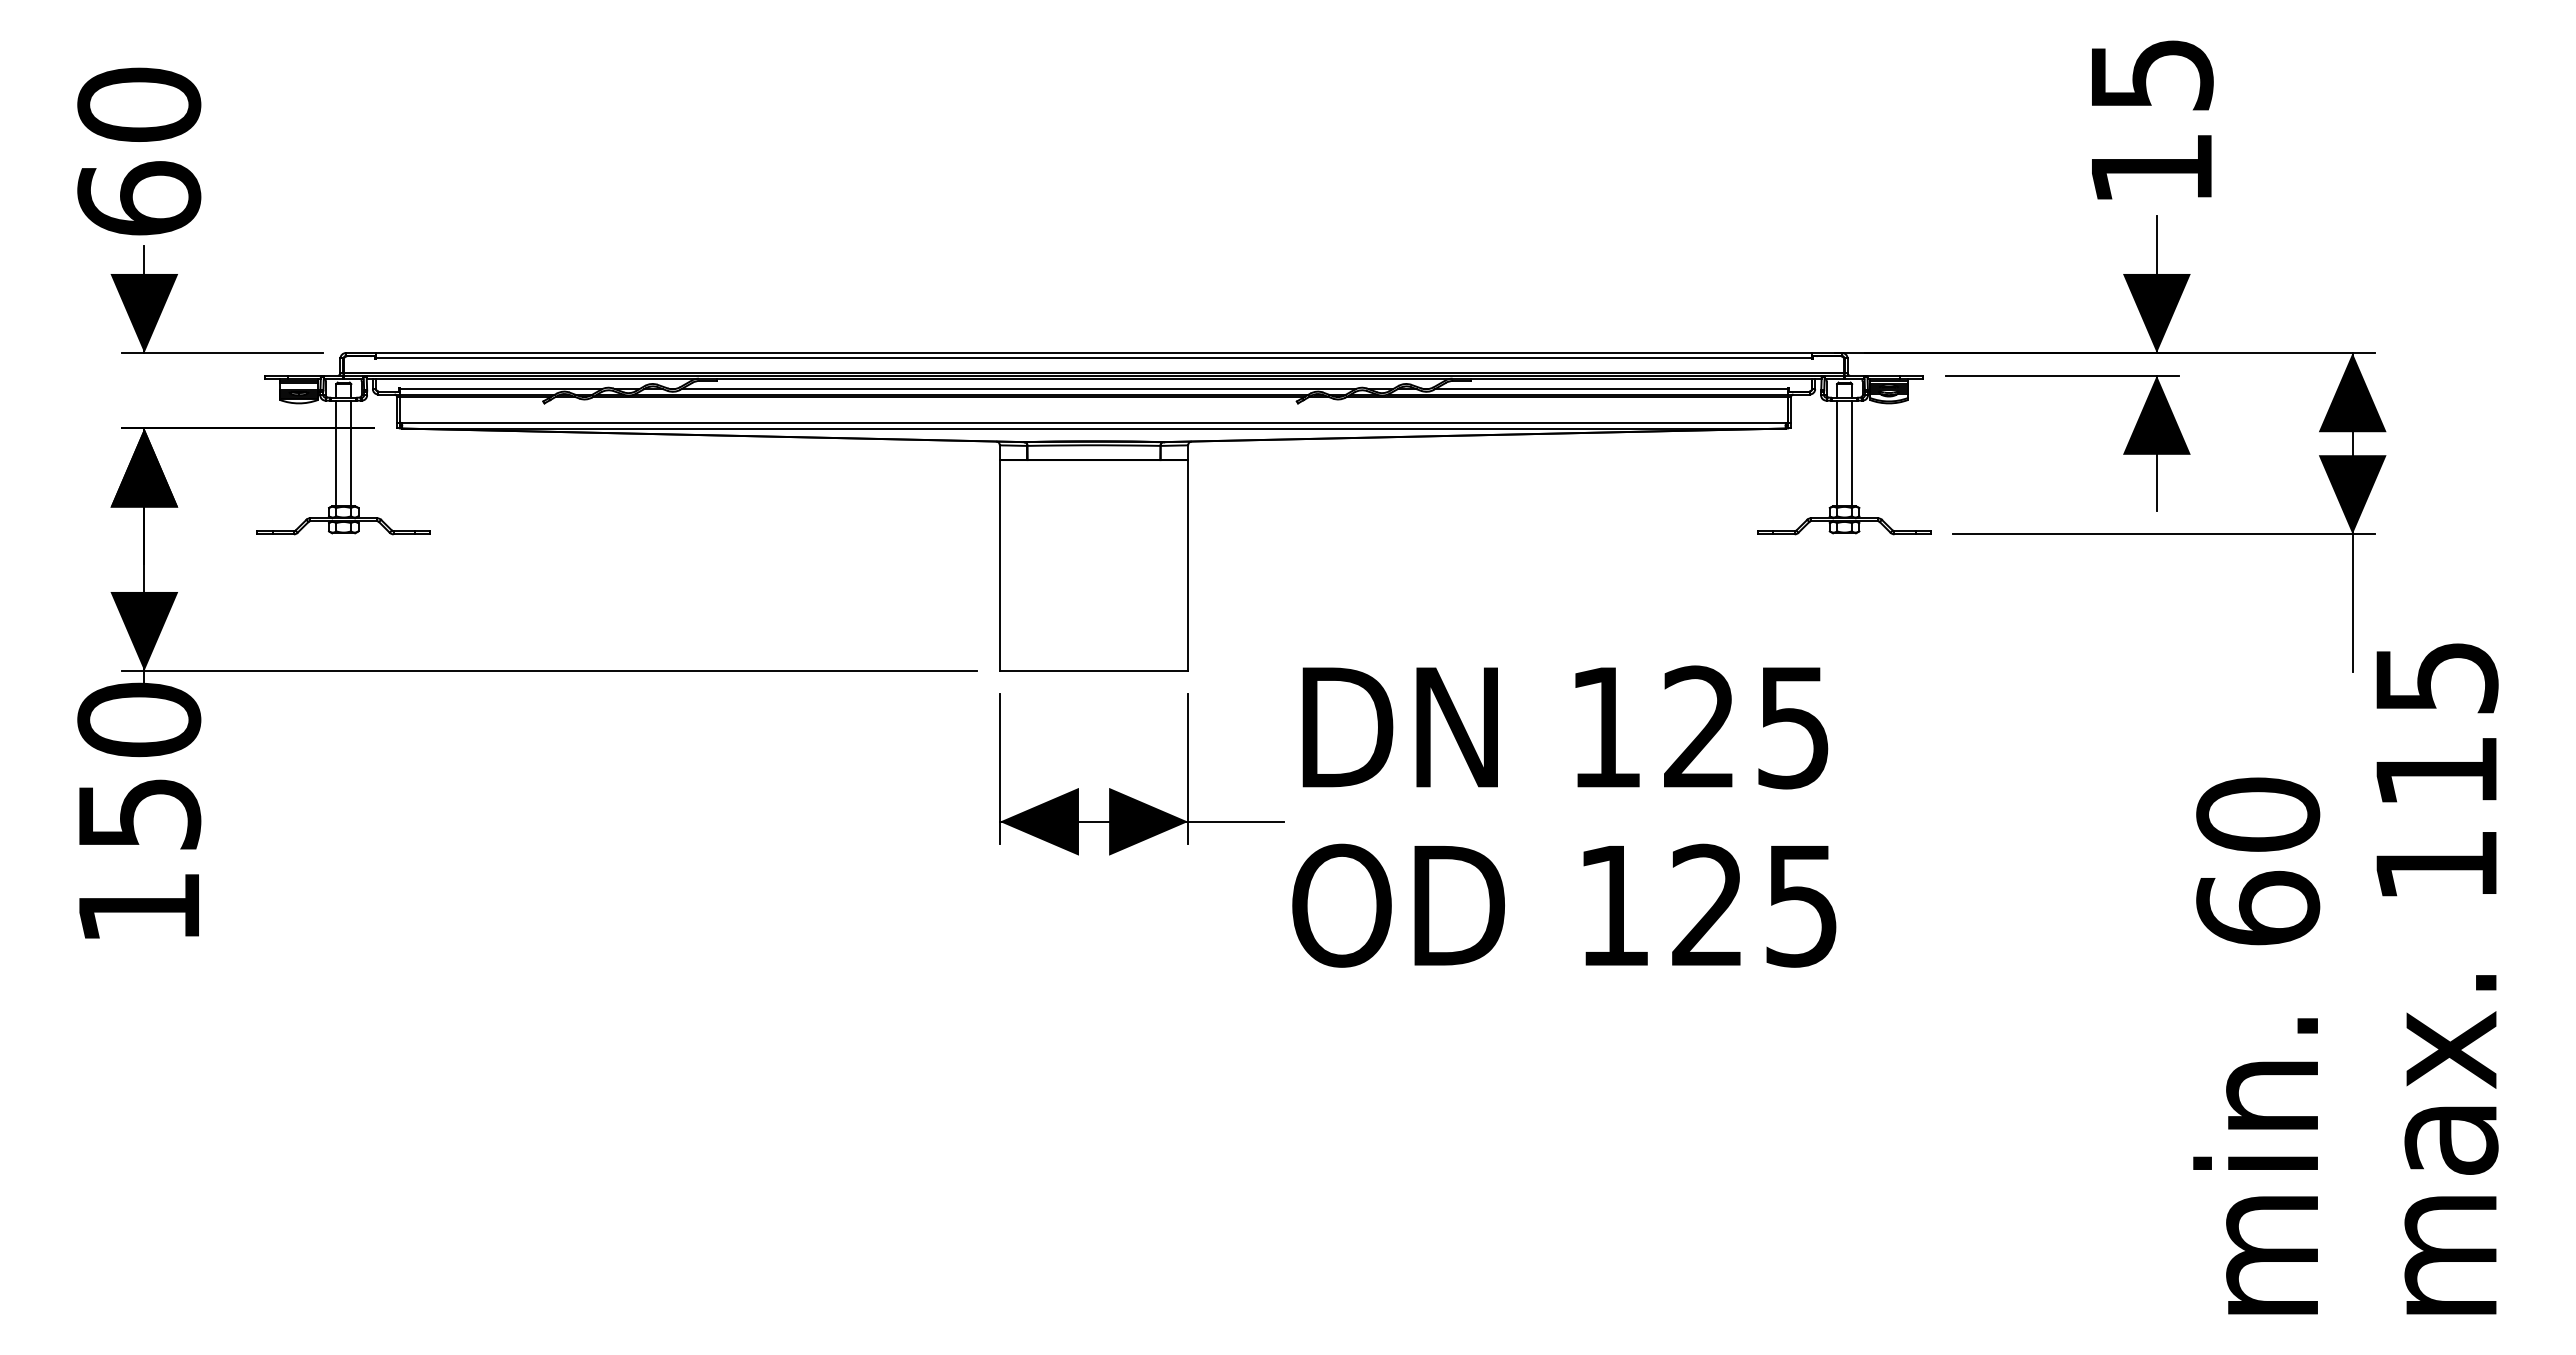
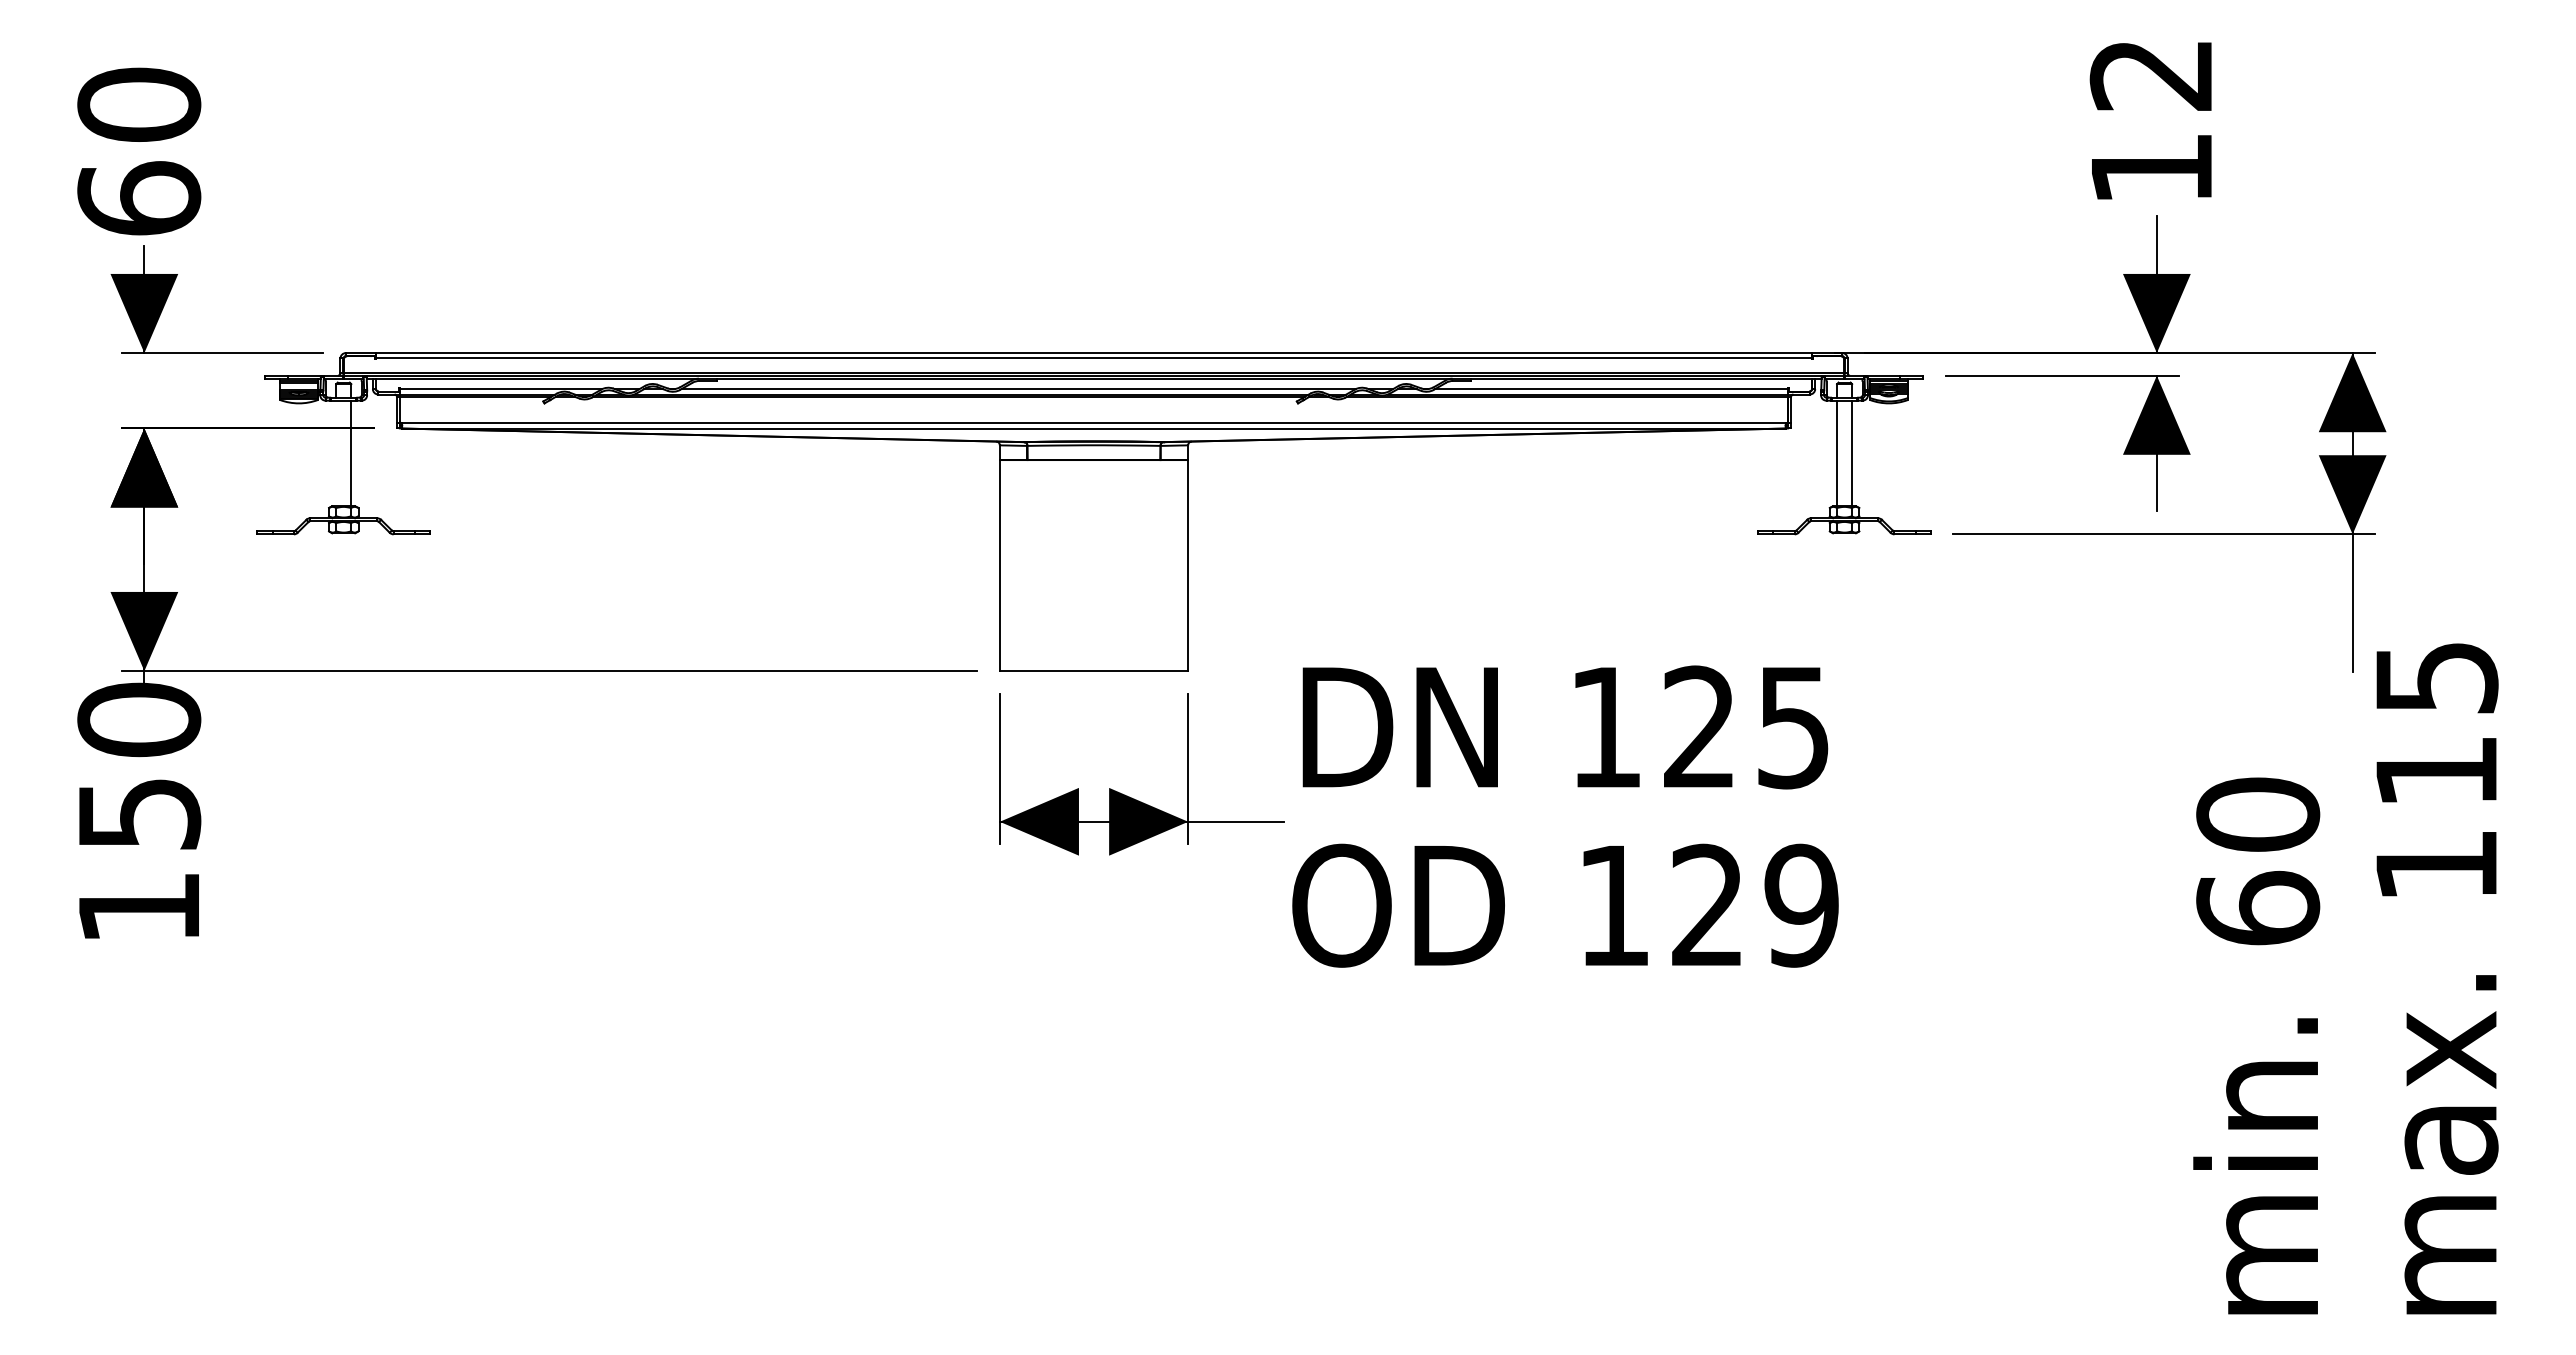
text at (2151, 75): 15 -> 12
line at (336, 453): present -> none
text at (1801, 905): 125 -> 129
